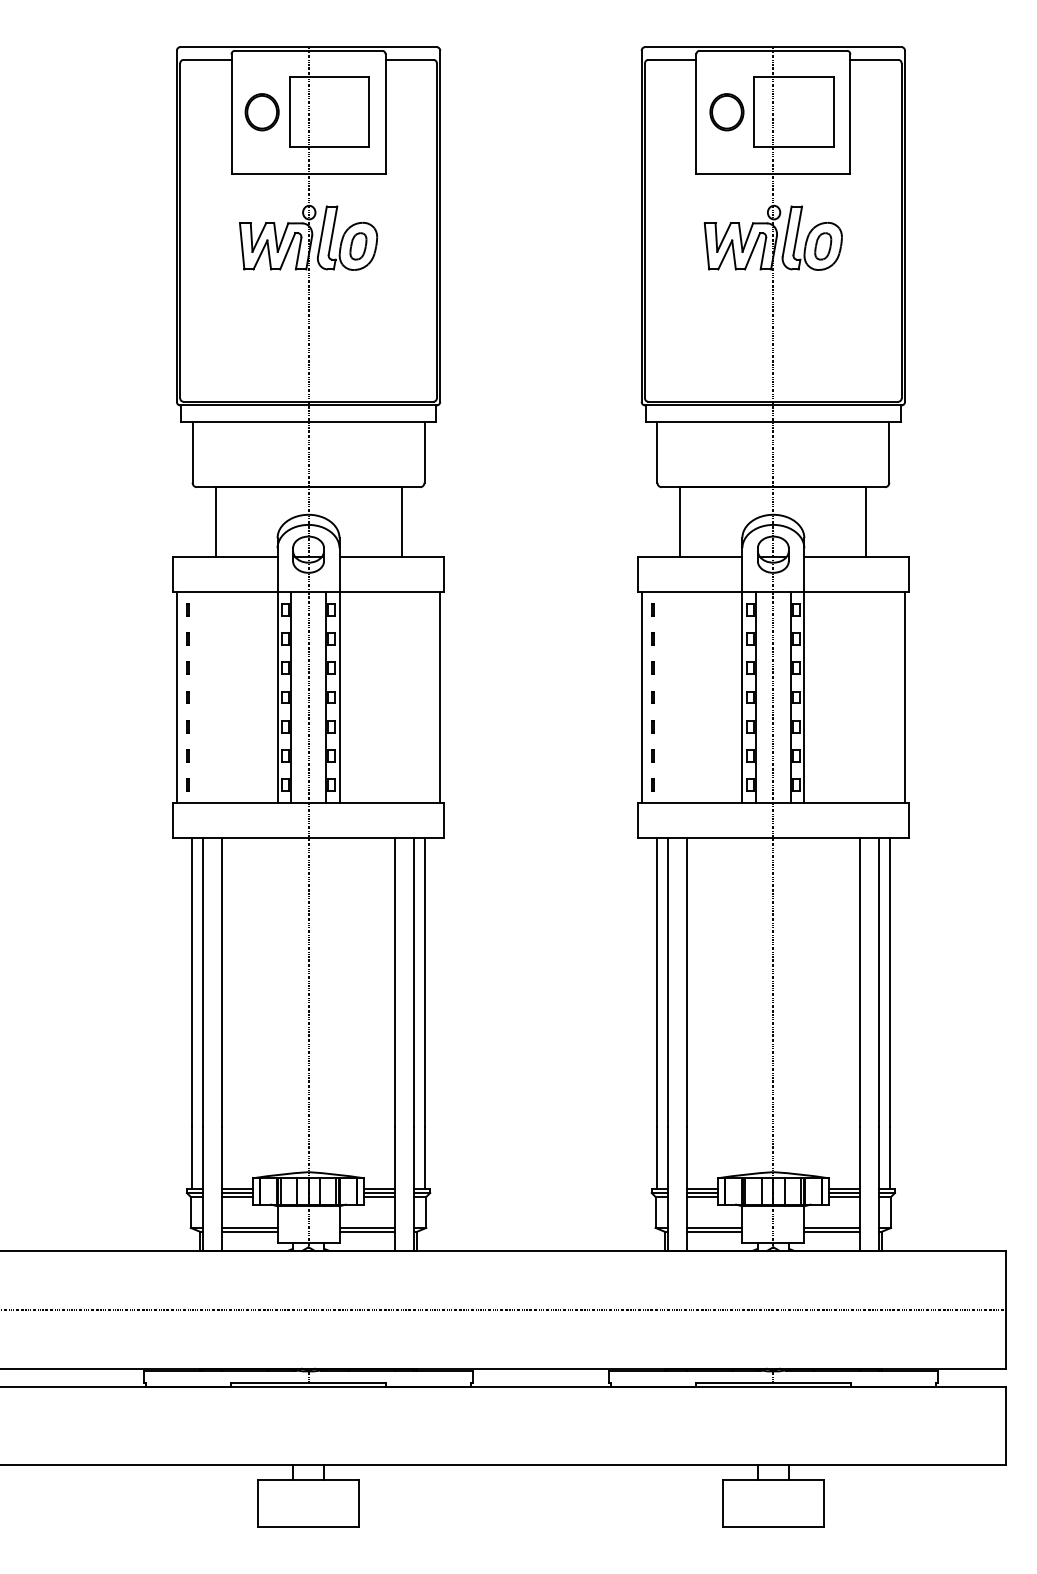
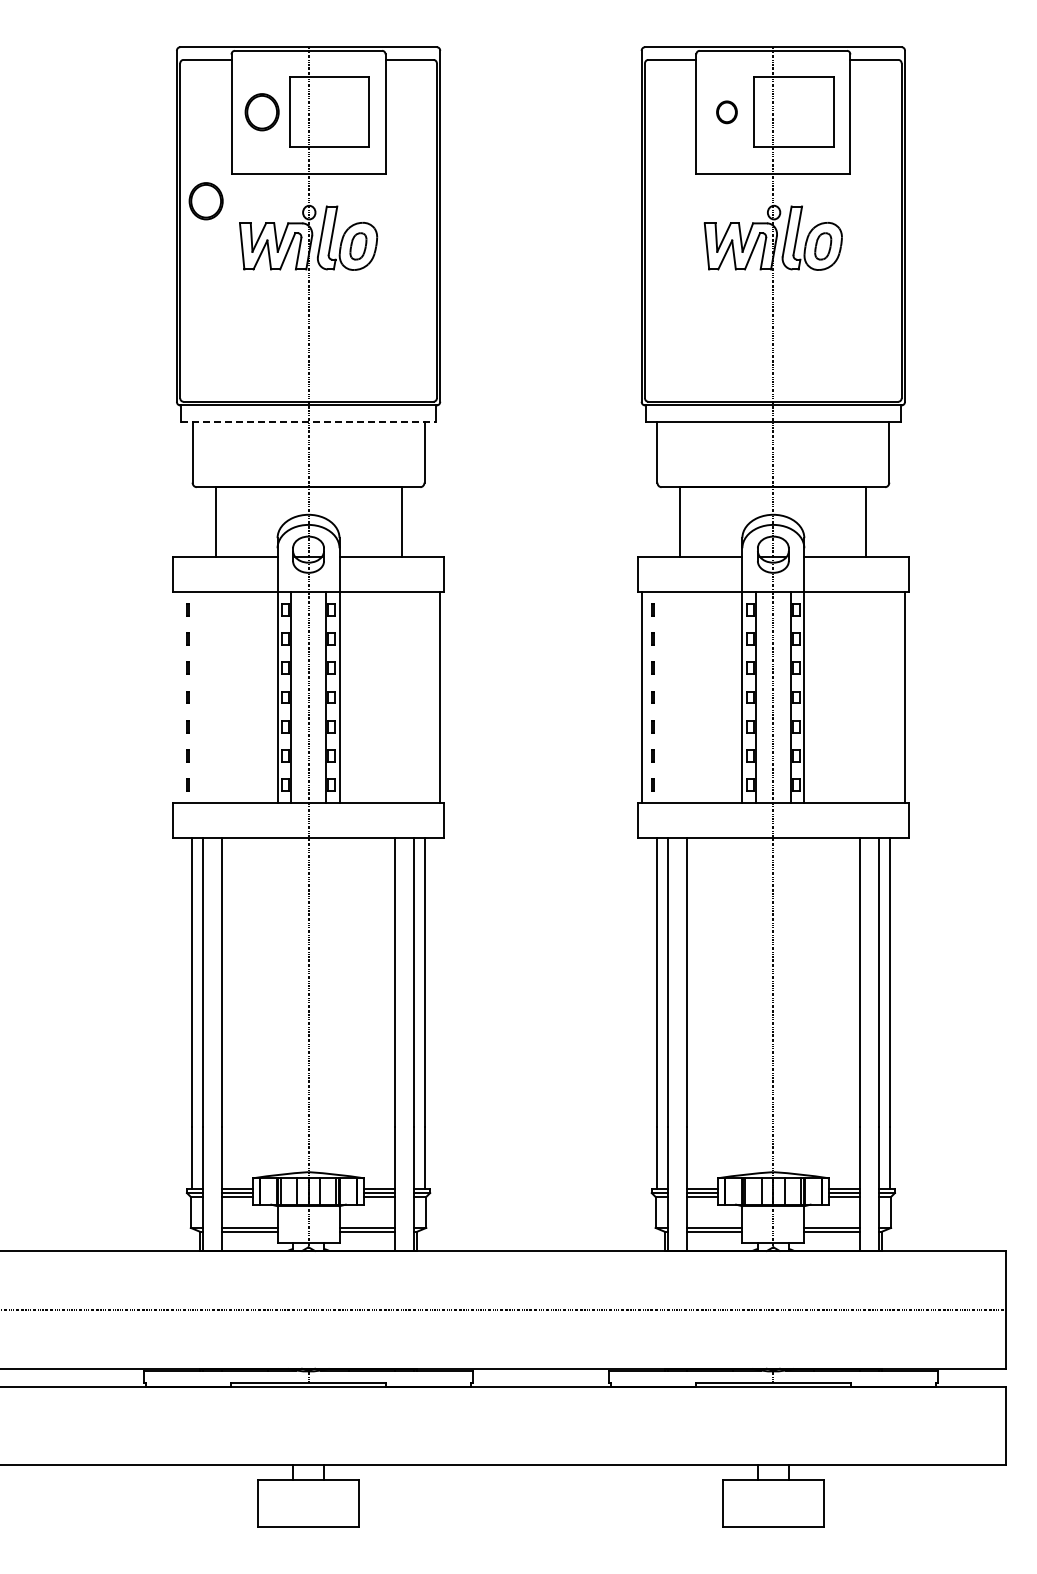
part at (726, 112) size: 36x39 px -> 22x25 px
part at (205, 201): none -> present
line at (308, 421): solid -> dashed
line at (176, 697): present -> none
